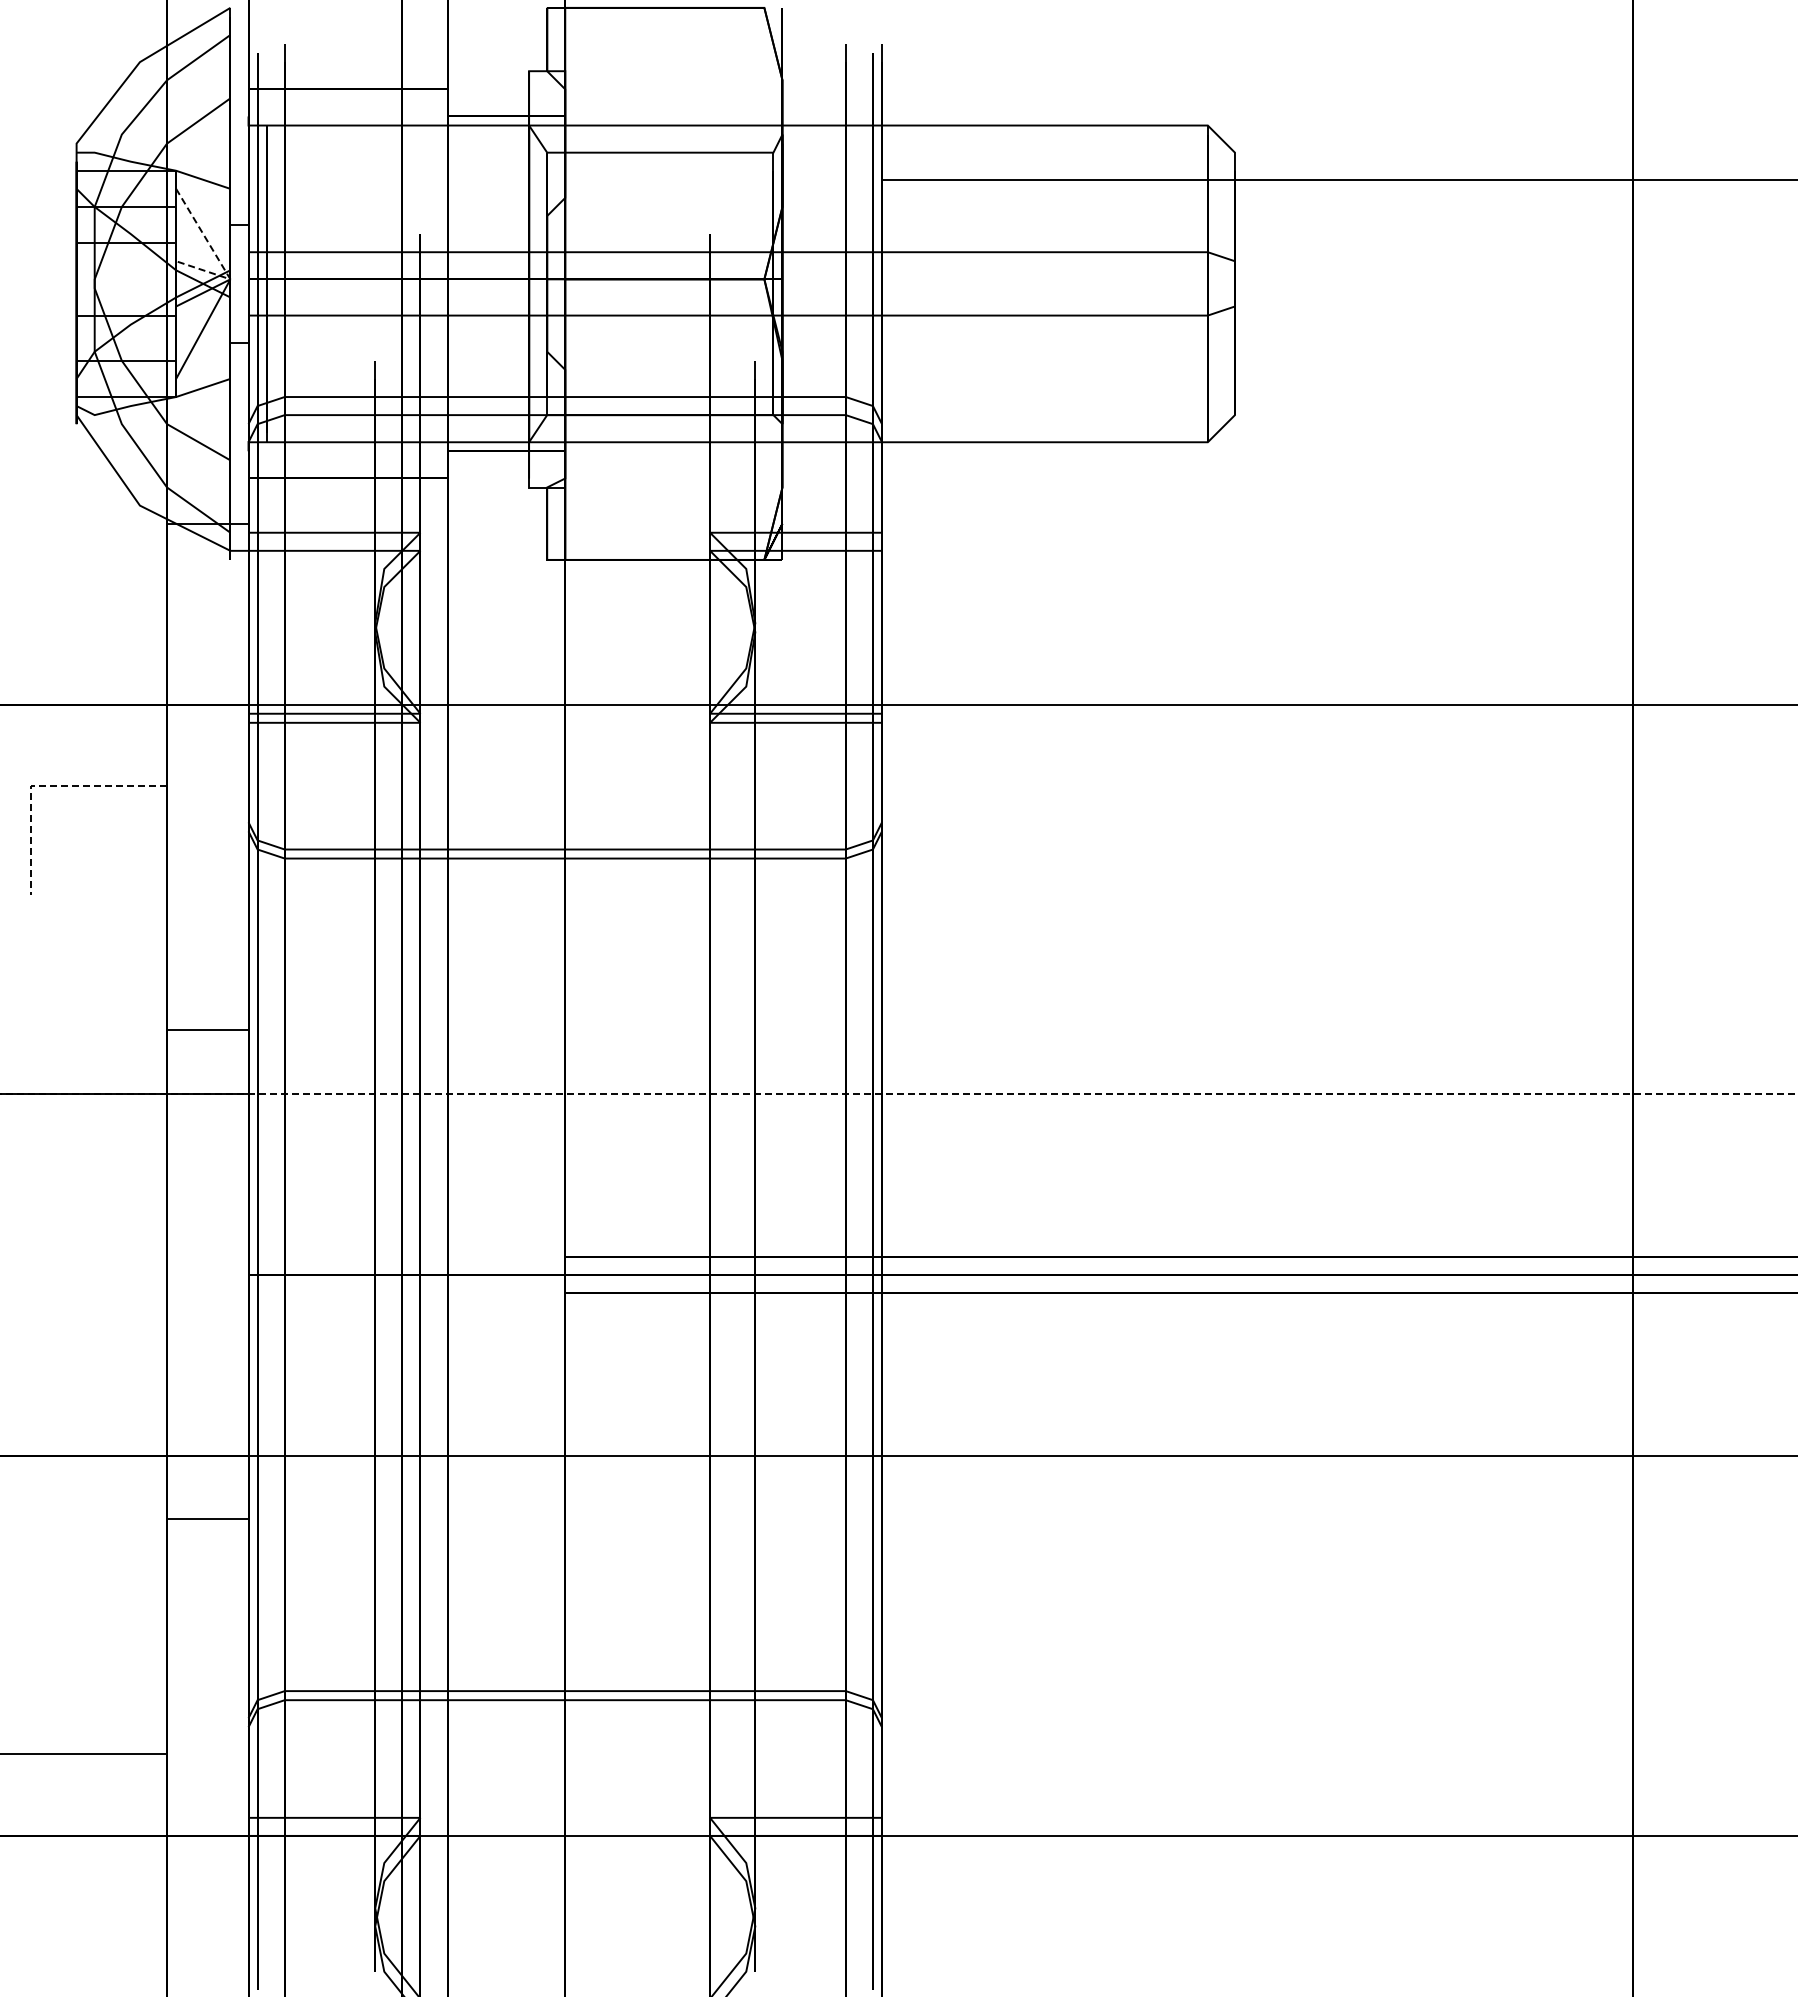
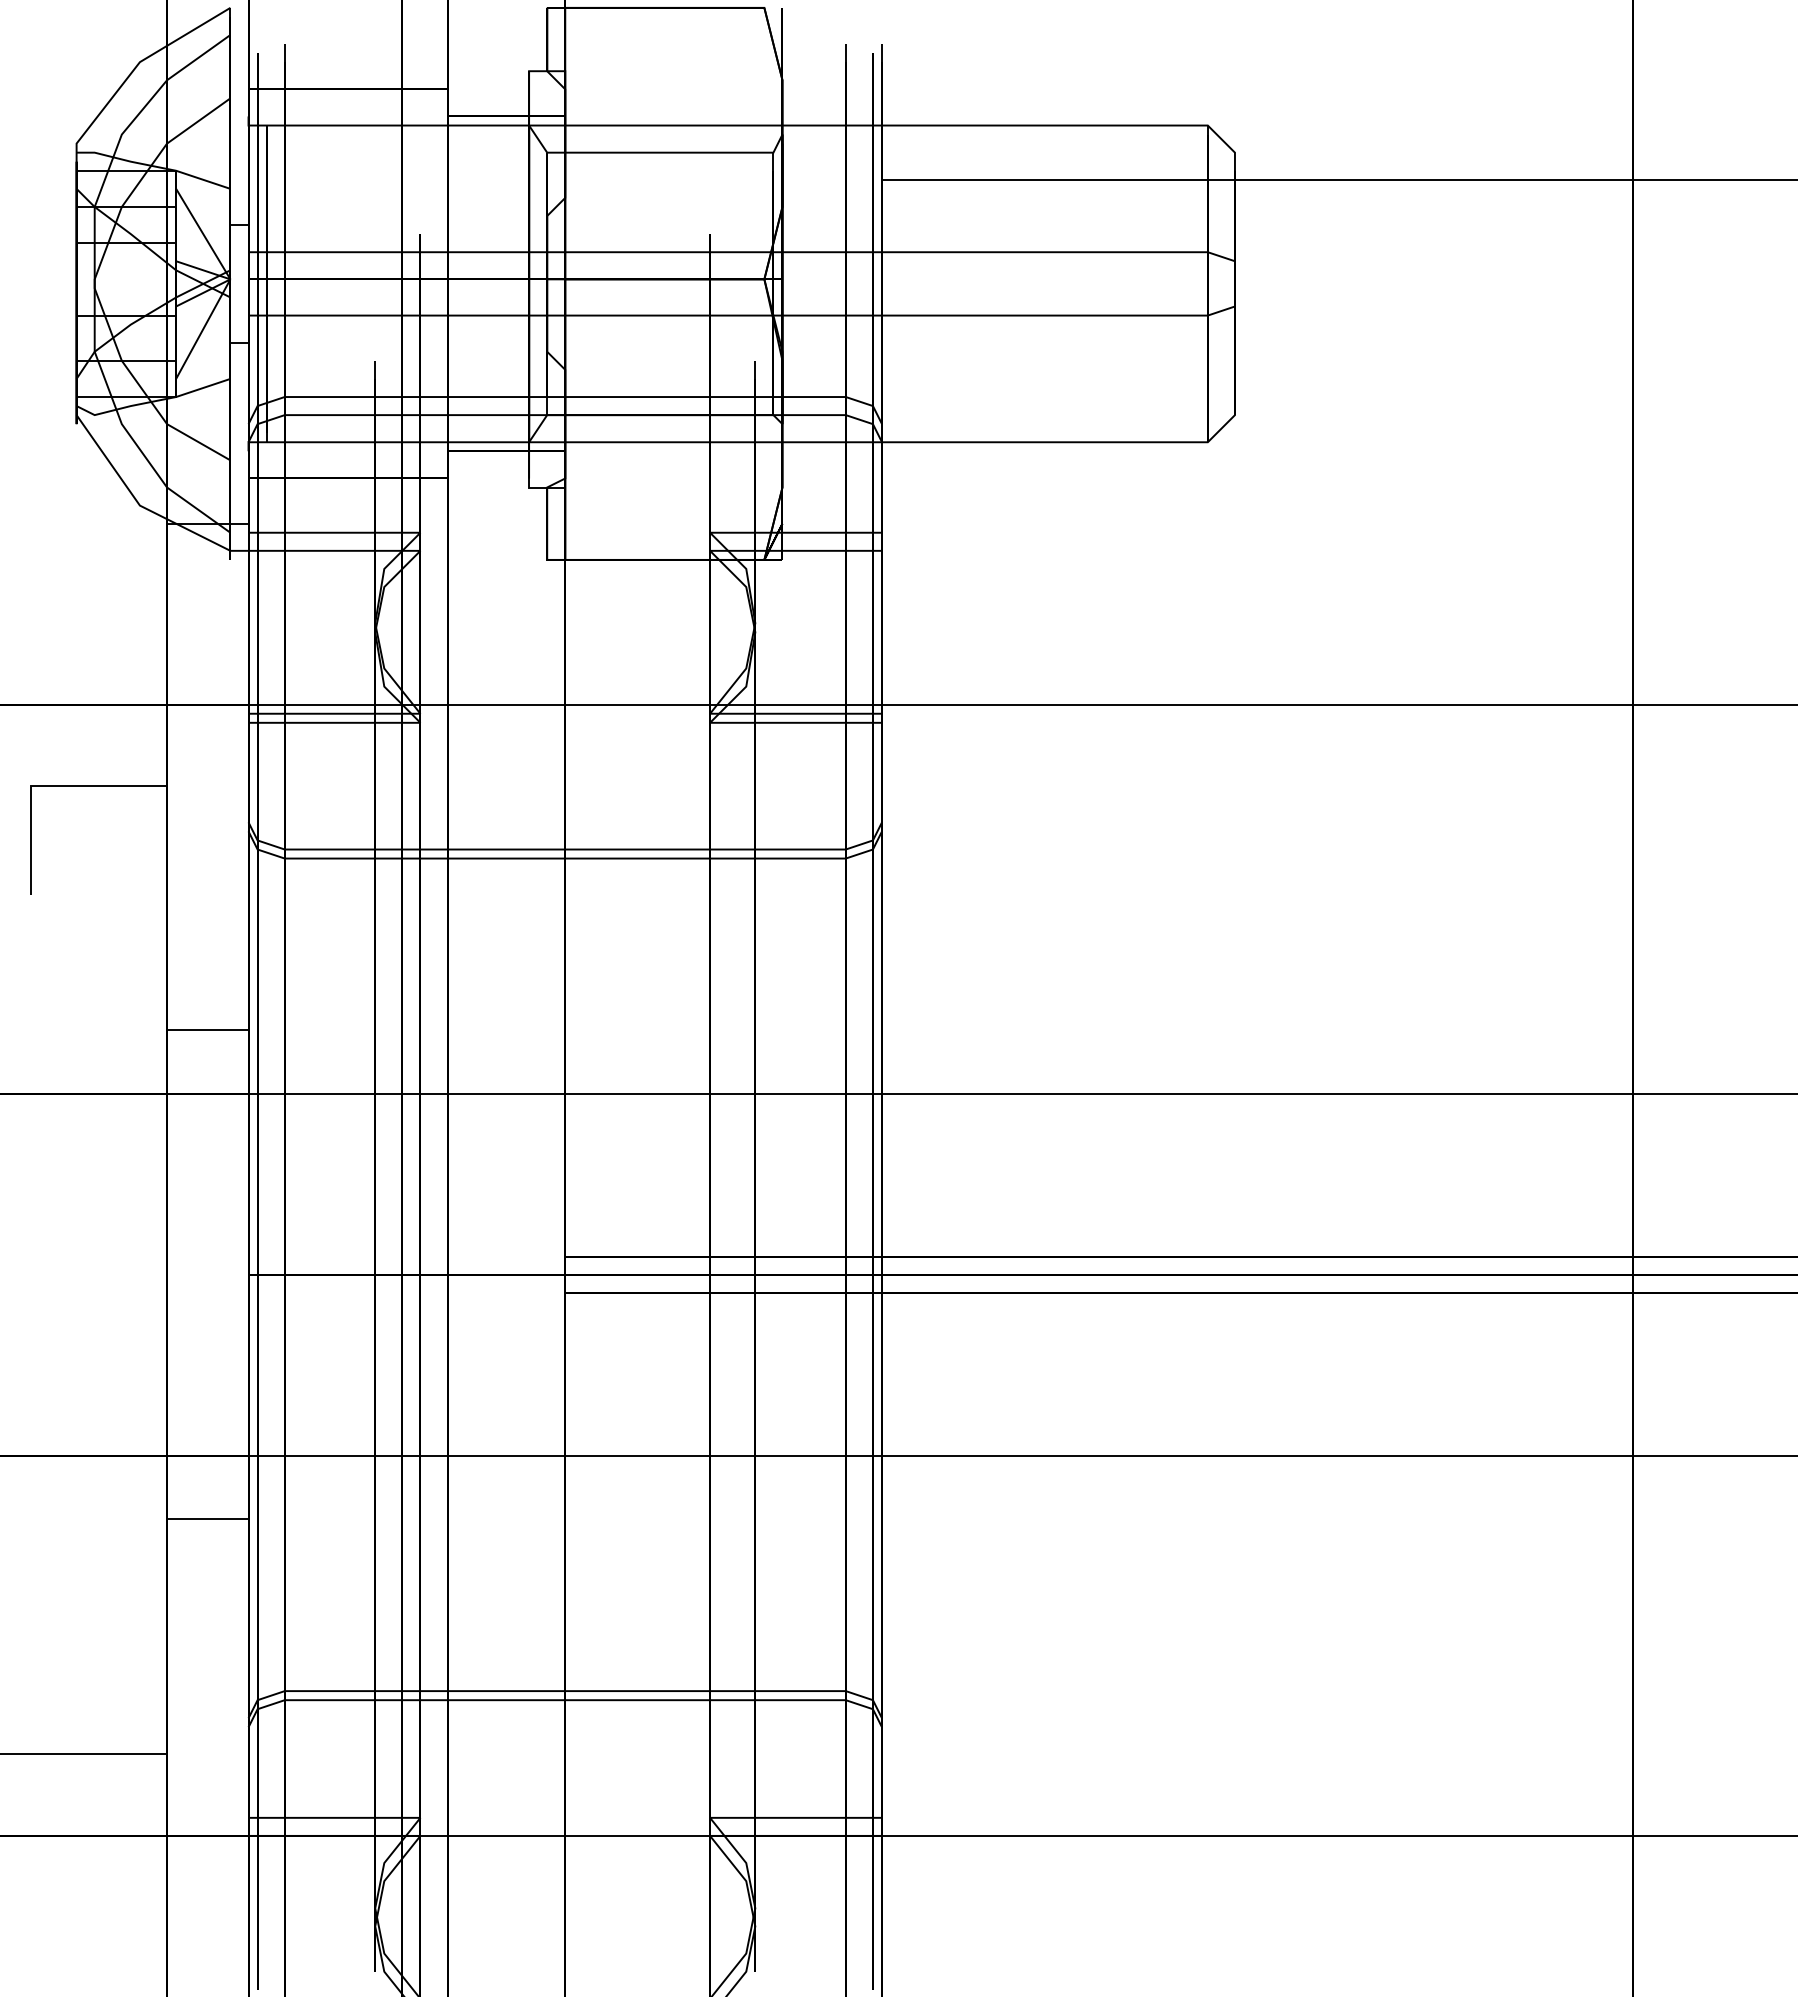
line at (218, 259): dashed -> solid
line at (44, 786): dashed -> solid
line at (898, 1093): dashed -> solid
